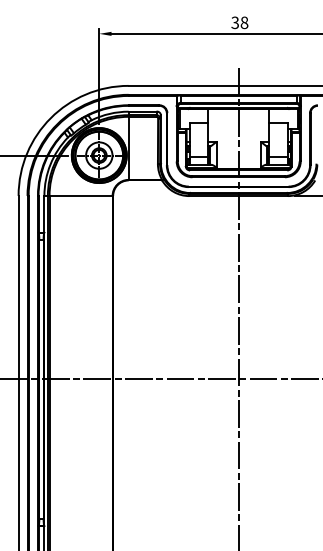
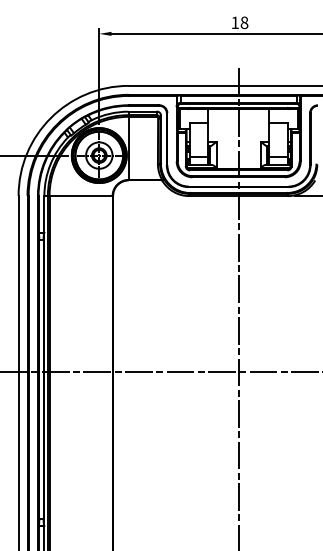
text at (234, 22): 38 -> 18
line at (160, 379) position: (160, 379) -> (160, 372)
